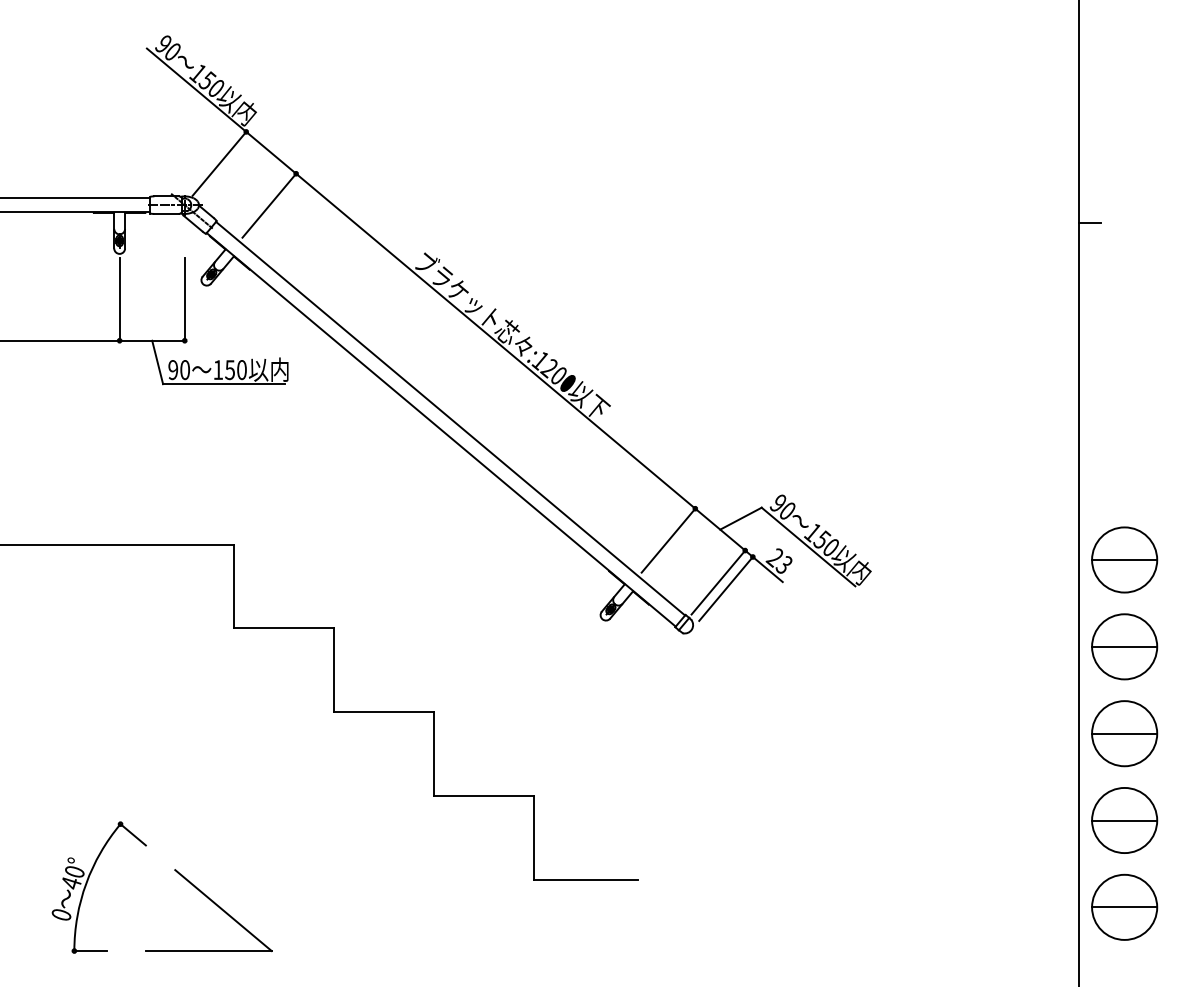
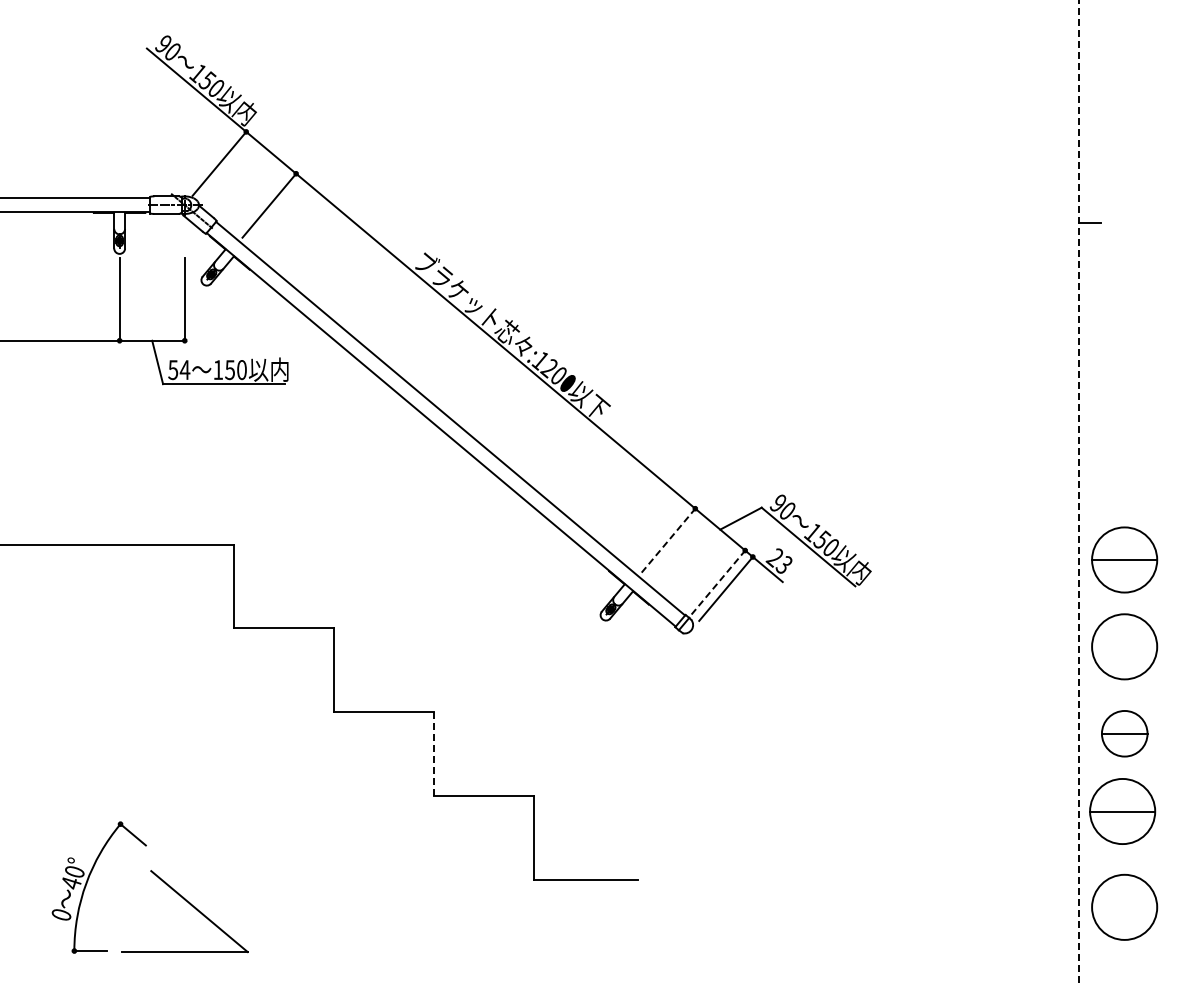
text at (179, 370): 90 -> 54
line at (1079, 493): solid -> dashed
line at (668, 540): solid -> dashed
line at (718, 582): solid -> dashed
line at (1124, 646): present -> none
part at (1124, 733) size: 68x68 px -> 48x48 px
line at (434, 754): solid -> dashed
part at (1124, 820) position: (1124, 820) -> (1122, 811)
part at (214, 904) position: (214, 904) -> (190, 905)
line at (1124, 907): present -> none
